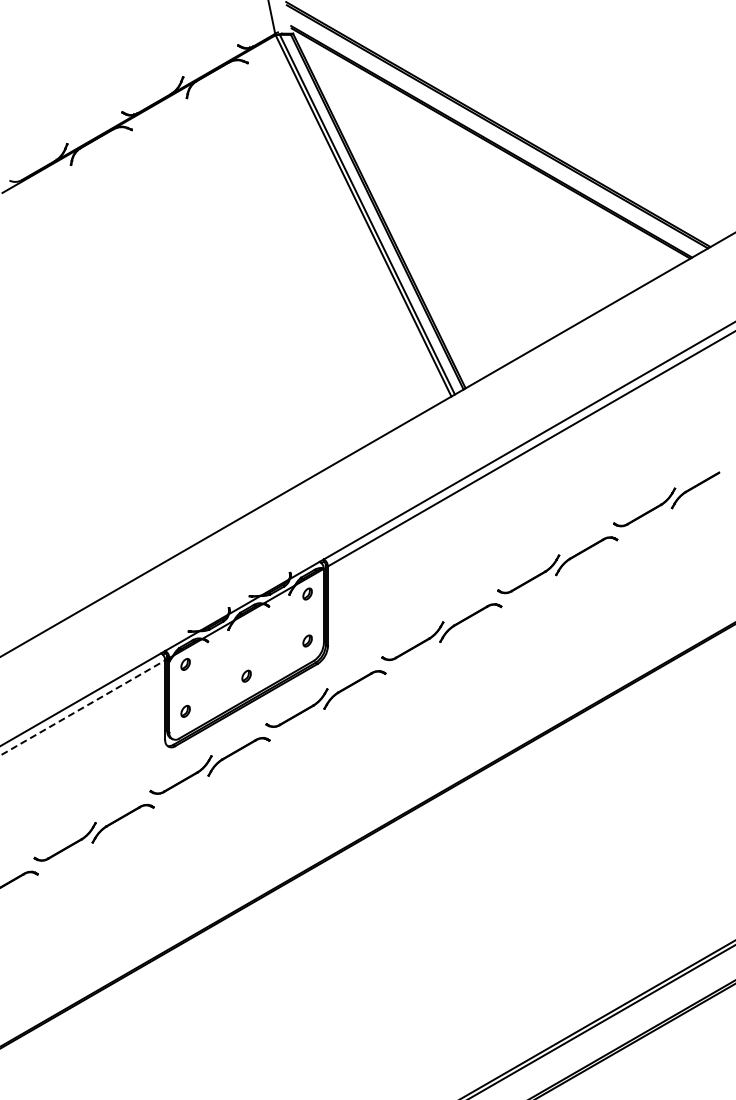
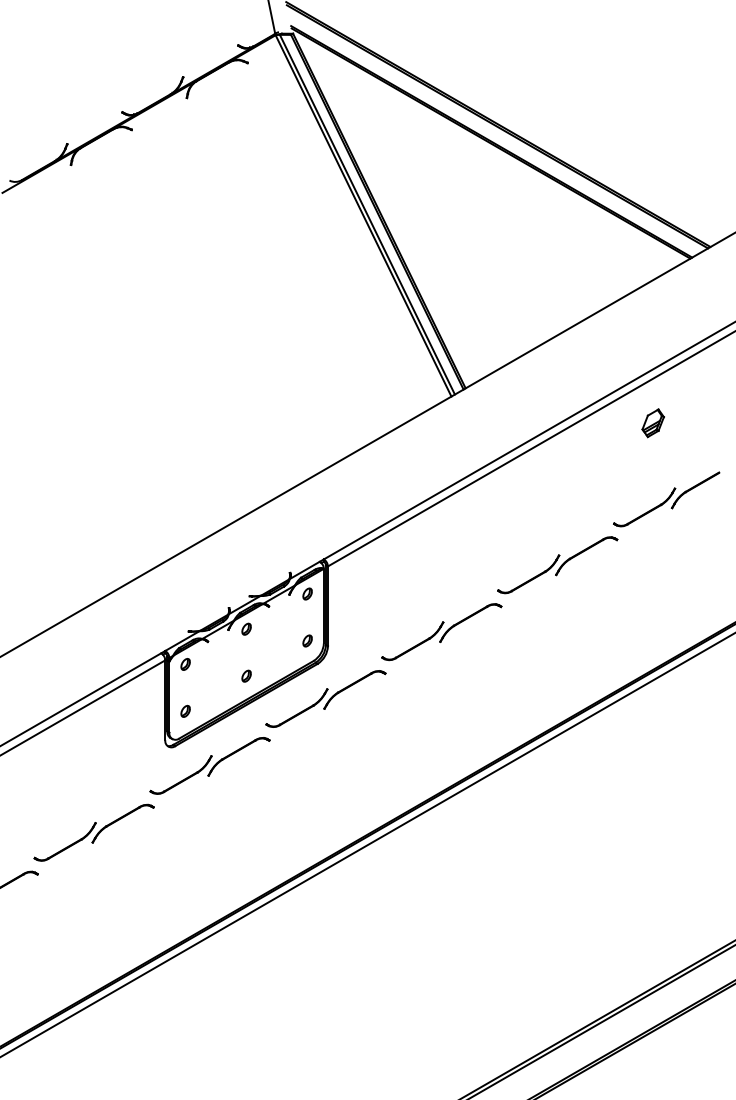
part at (652, 423): none -> present
part at (246, 628): none -> present
line at (83, 707): dashed -> solid
line at (367, 845): none -> present
